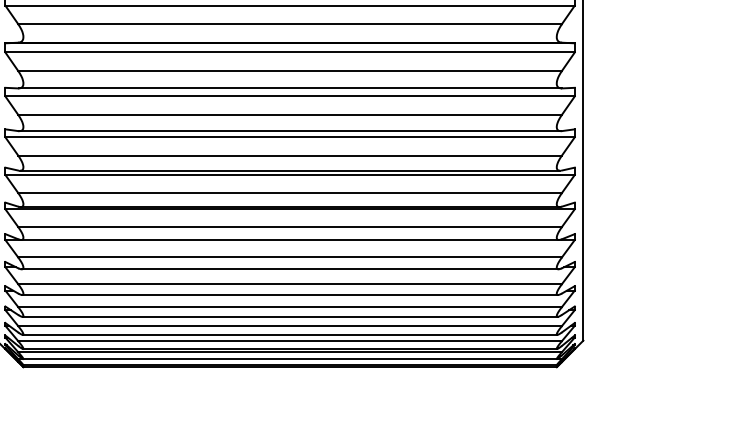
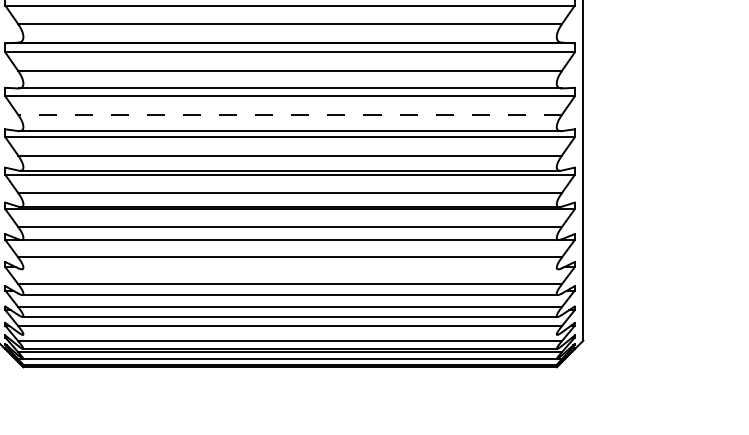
line at (290, 114): solid -> dashed
line at (289, 269): present -> none
line at (289, 334): present -> none
